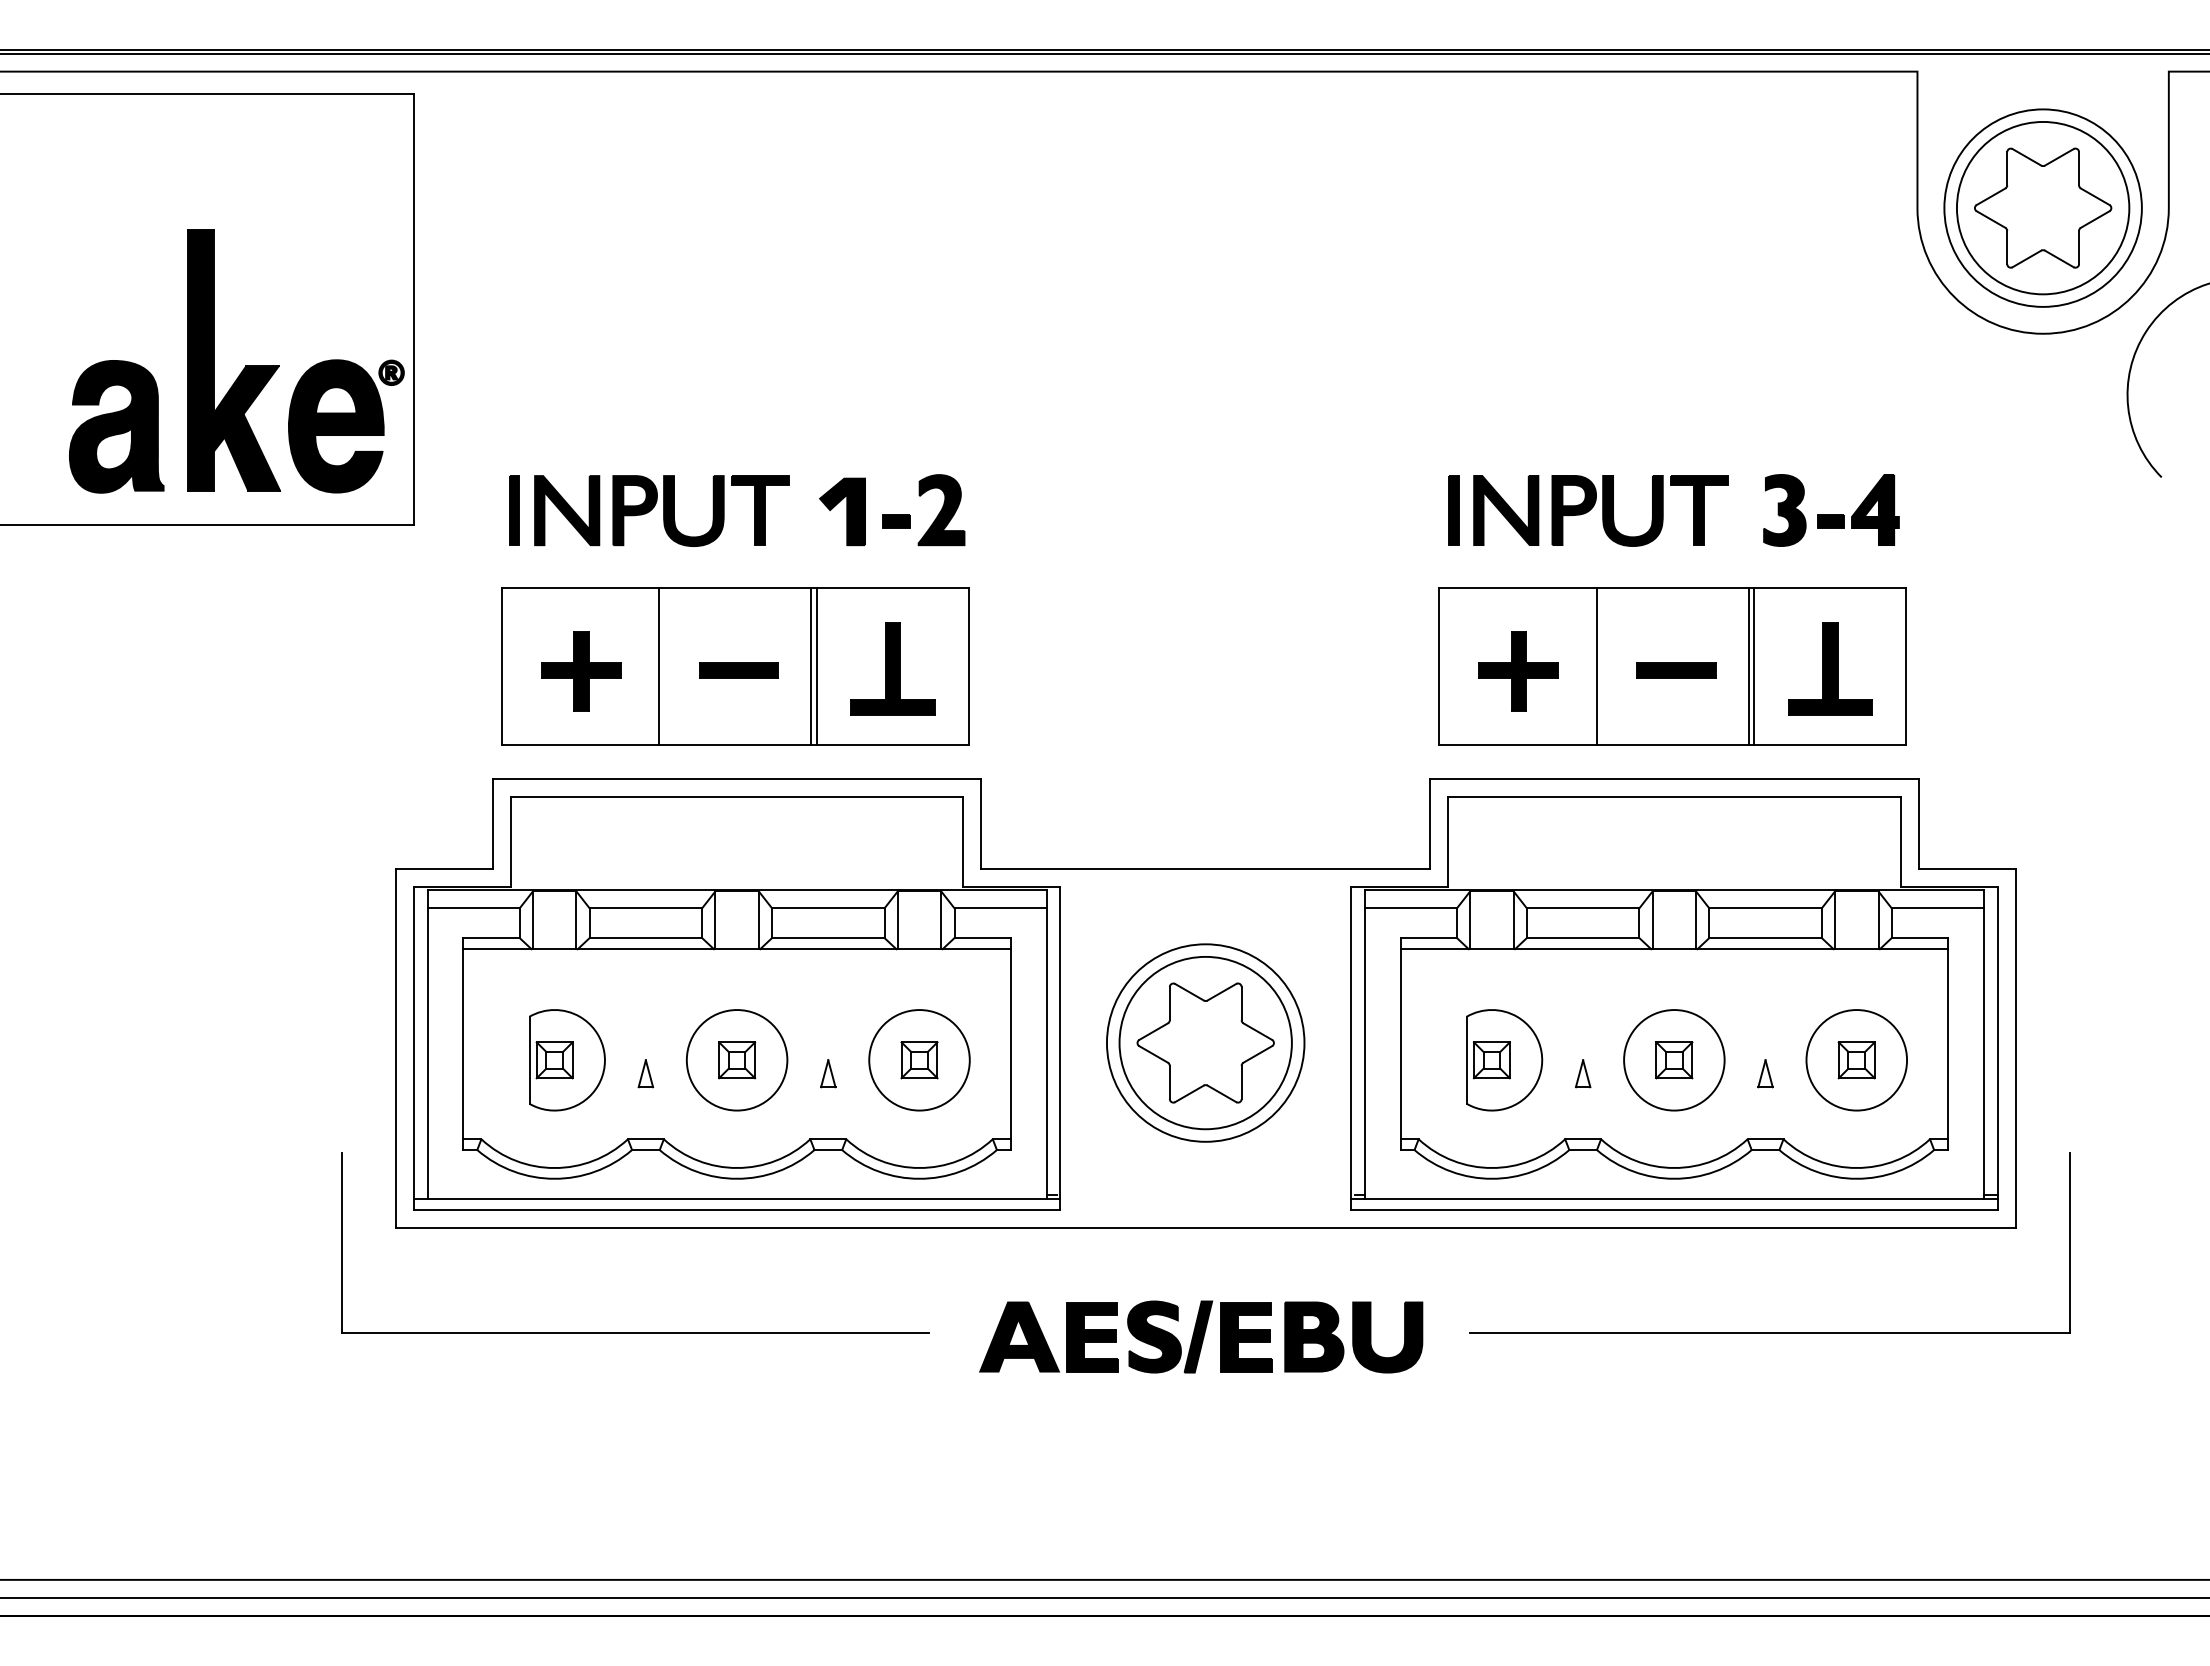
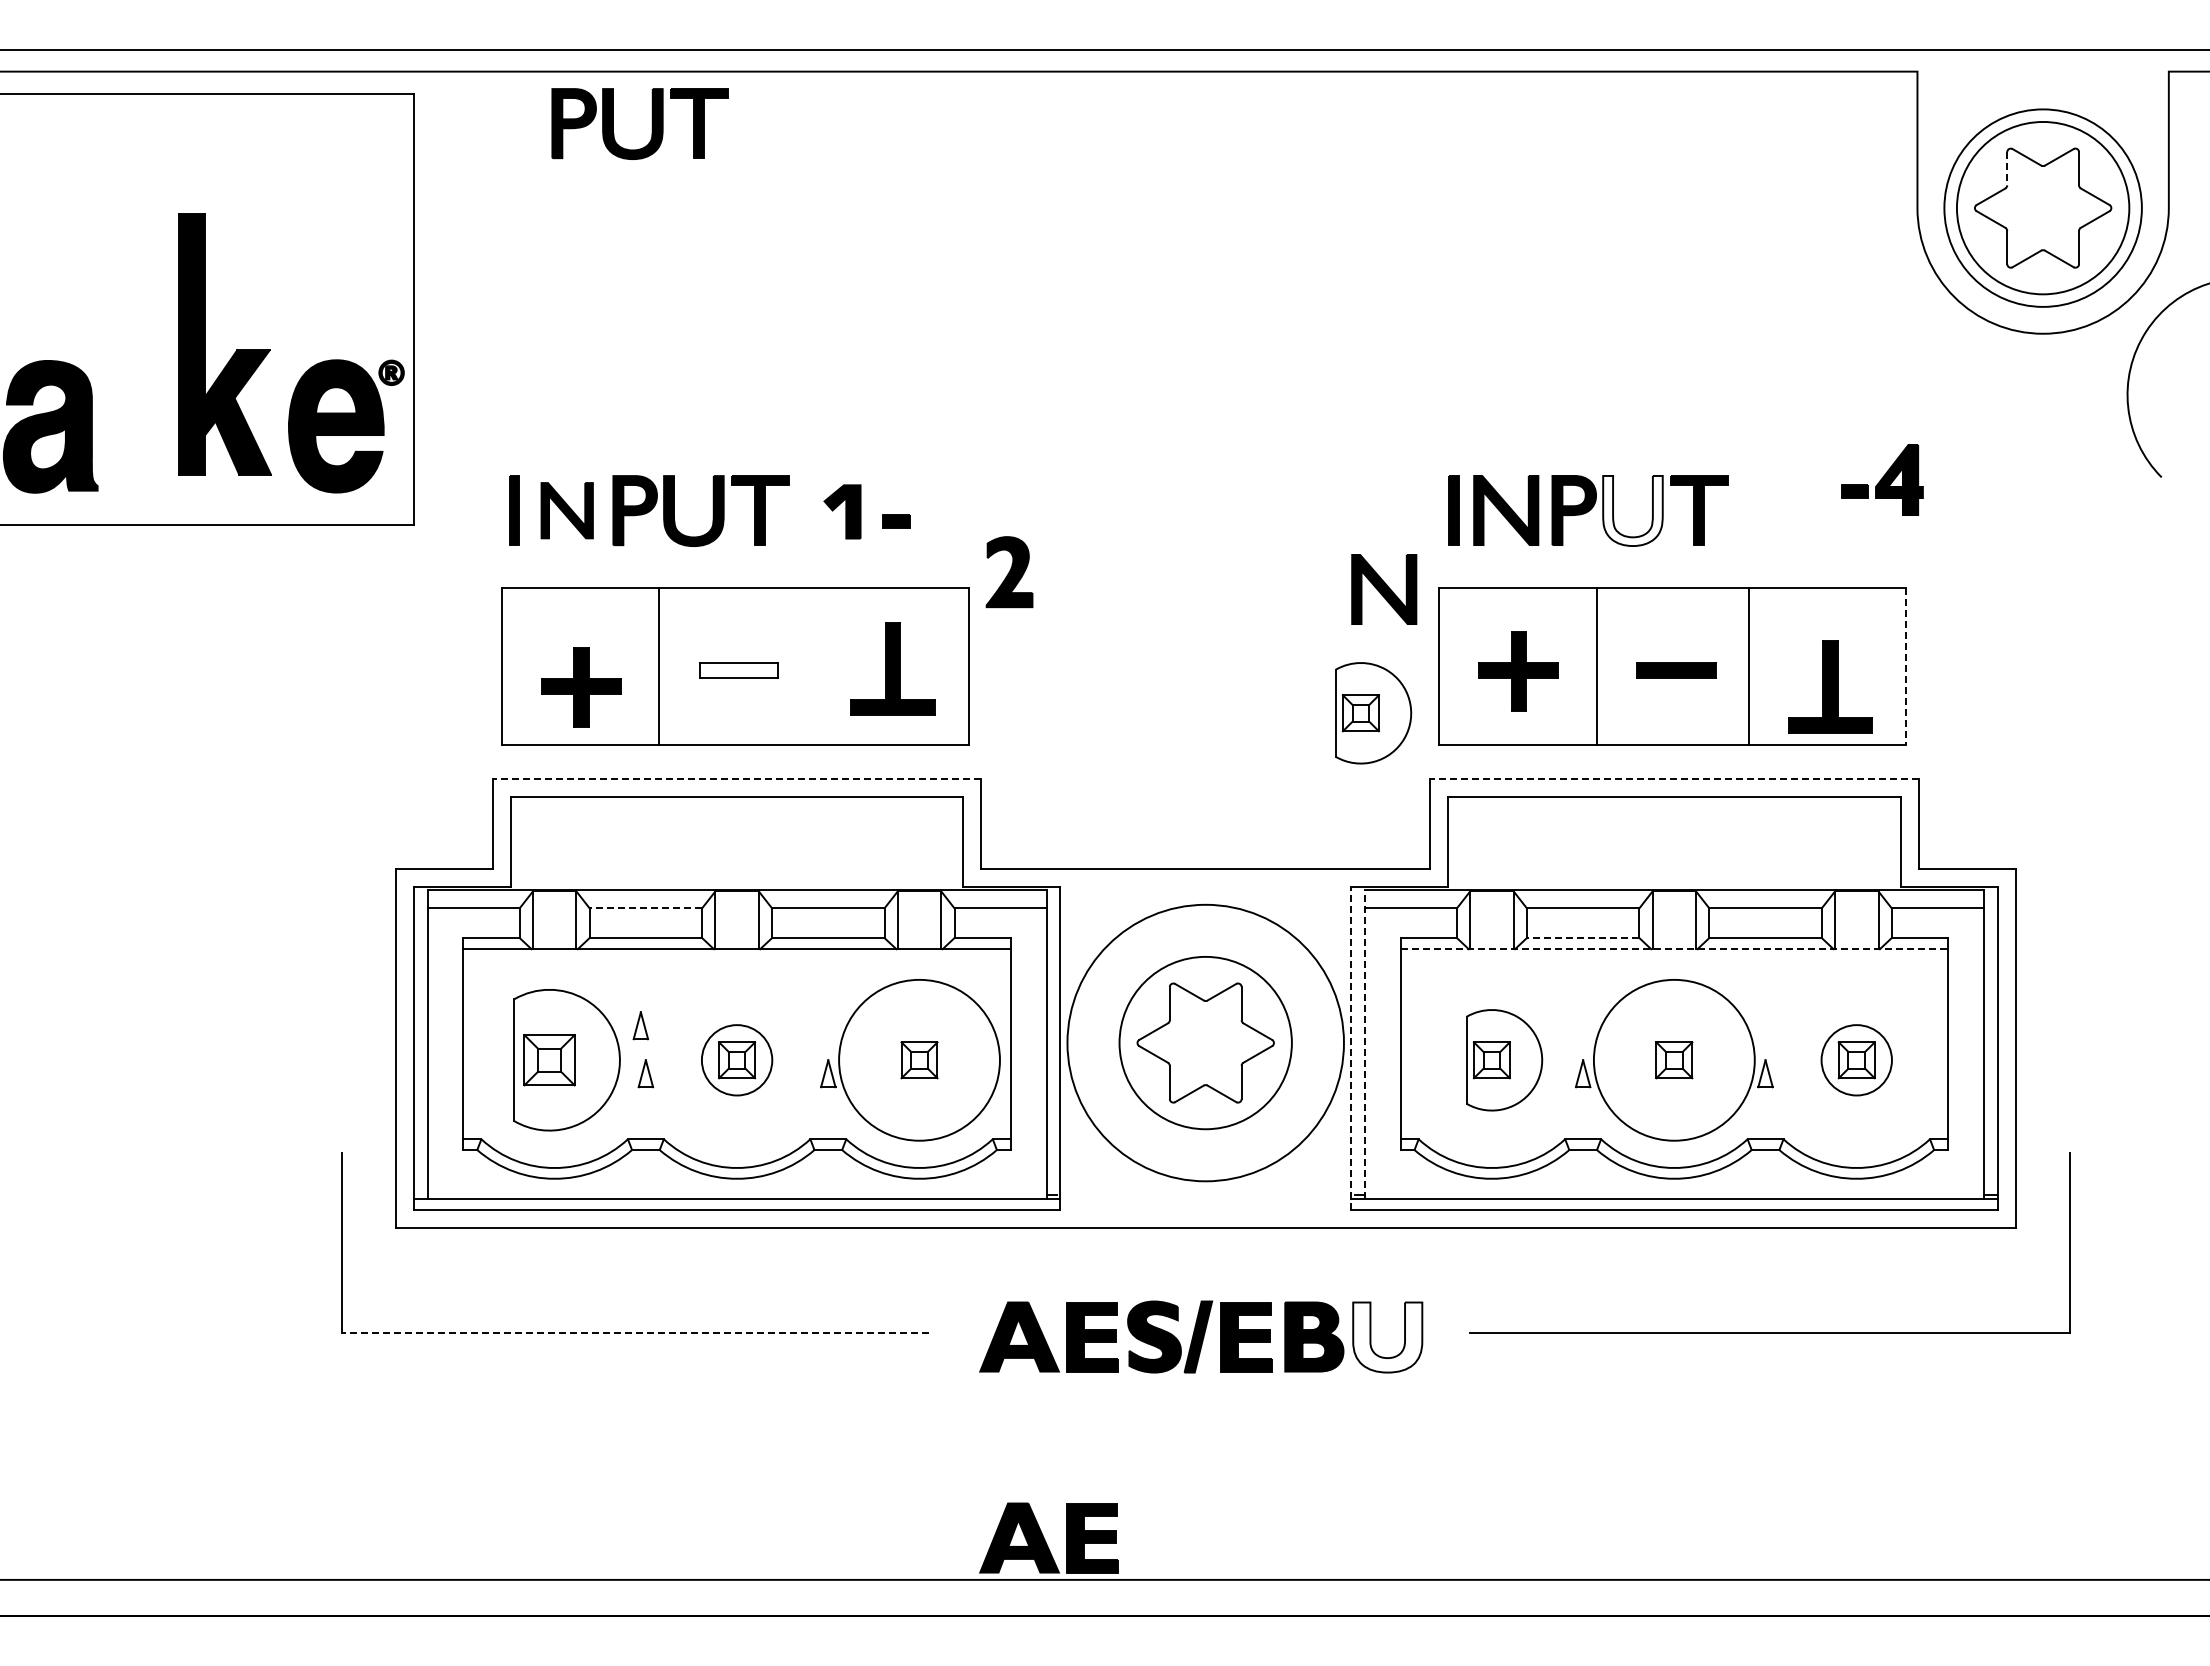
line at (1104, 53): present -> none
part at (651, 123): none -> present
line at (2007, 168): solid -> dashed
part at (242, 369) position: (242, 369) -> (233, 353)
part at (116, 426) position: (116, 426) -> (50, 426)
part at (1858, 509) position: (1858, 509) -> (1882, 479)
part at (567, 510) size: 67x72 px -> 54x58 px
part at (941, 510) position: (941, 510) -> (1009, 572)
fill at (1632, 510): present -> none
part at (1784, 510): present -> none
part at (842, 511) size: 47x70 px -> 39x56 px
part at (1384, 589): none -> present
line at (811, 666): present -> none
line at (816, 666): present -> none
line at (1754, 666): present -> none
line at (1906, 666): solid -> dashed
part at (1830, 668) position: (1830, 668) -> (1830, 686)
fill at (738, 670): present -> none
part at (581, 671) position: (581, 671) -> (581, 687)
part at (1373, 713): none -> present
line at (736, 779): solid -> dashed
line at (1673, 779): solid -> dashed
line at (645, 908): solid -> dashed
line at (1582, 938): solid -> dashed
line at (1674, 949): solid -> dashed
part at (640, 1025): none -> present
circle at (1205, 1042) diameter: 198 px -> 277 px
line at (1364, 1044): solid -> dashed
line at (1351, 1048): solid -> dashed
part at (567, 1060) size: 77x103 px -> 108x143 px
circle at (736, 1060) diameter: 101 px -> 70 px
circle at (919, 1060) diameter: 101 px -> 161 px
circle at (1674, 1060) diameter: 101 px -> 161 px
circle at (1856, 1060) diameter: 101 px -> 70 px
line at (635, 1332): solid -> dashed
fill at (1387, 1337): present -> none
part at (1048, 1537): none -> present
line at (1104, 1597): present -> none
